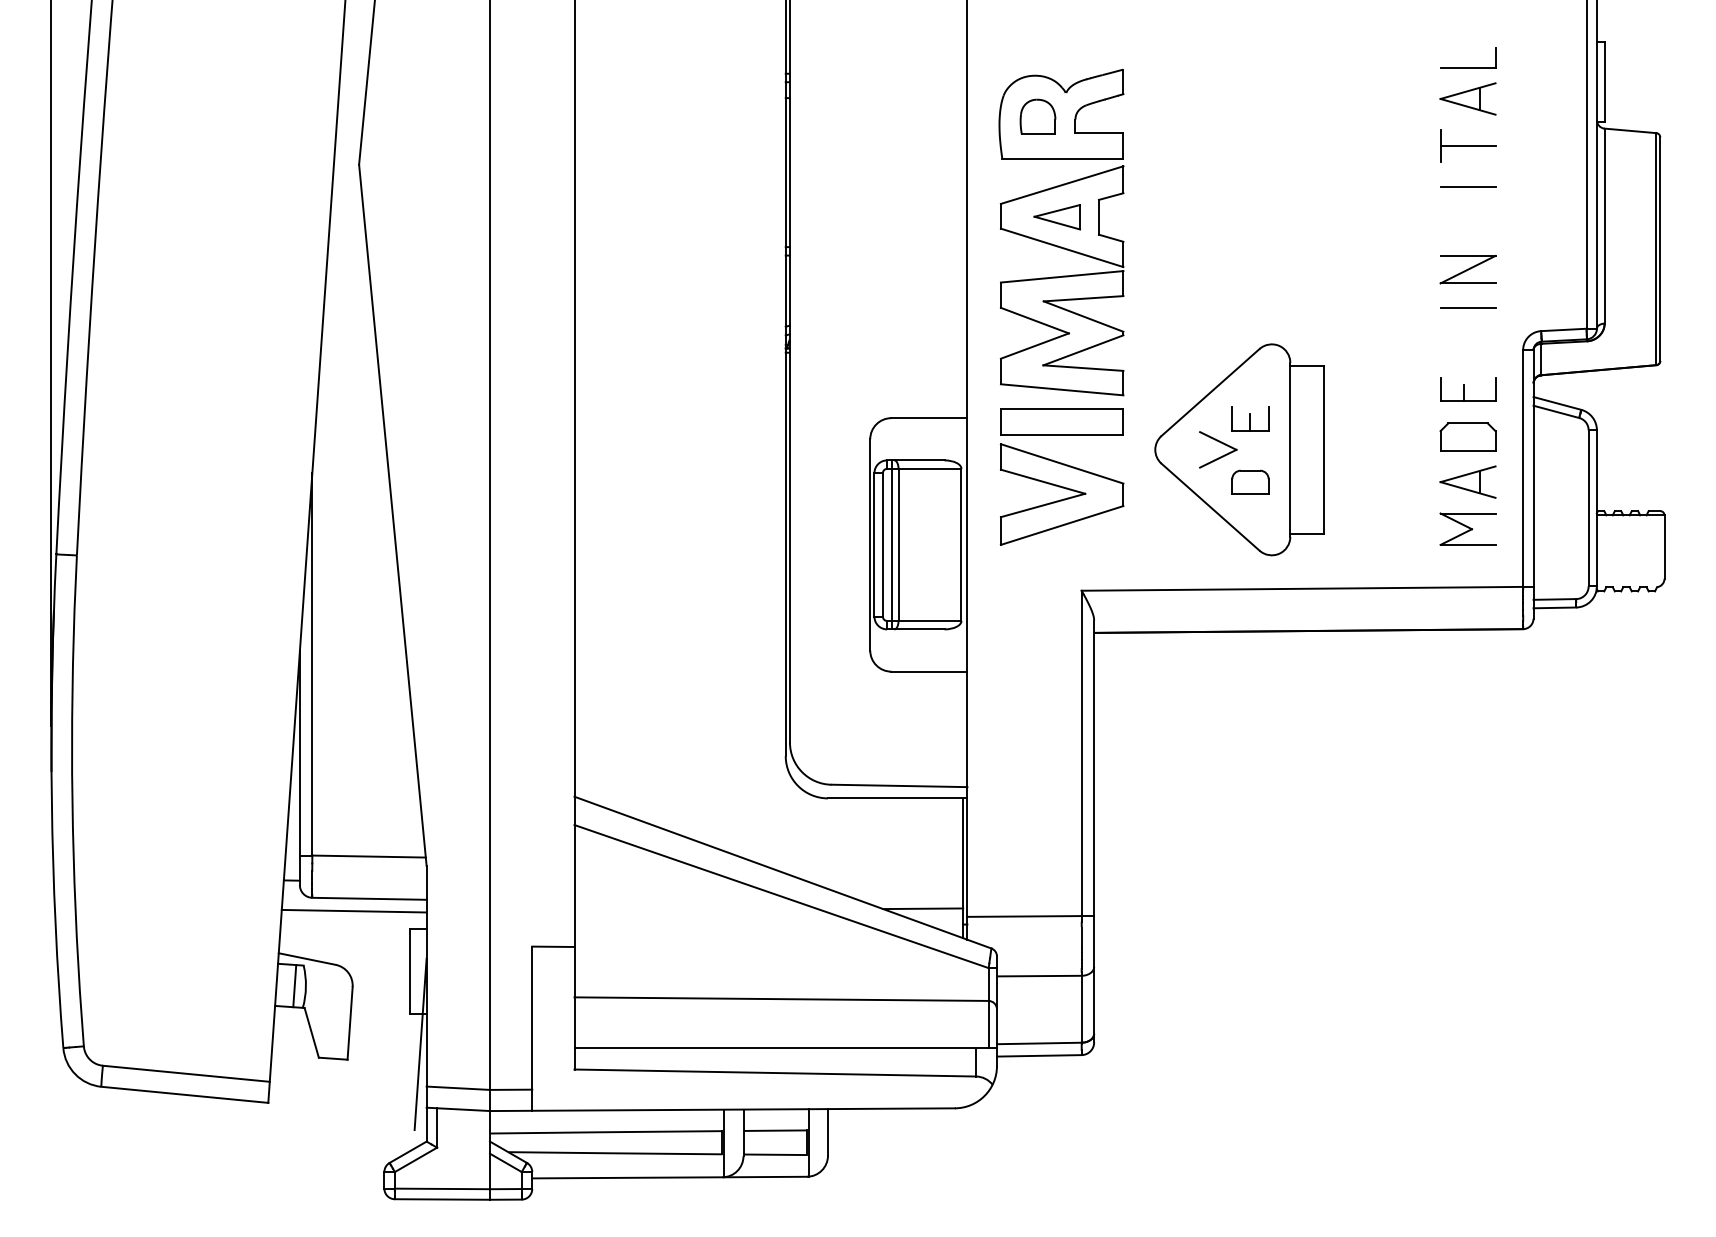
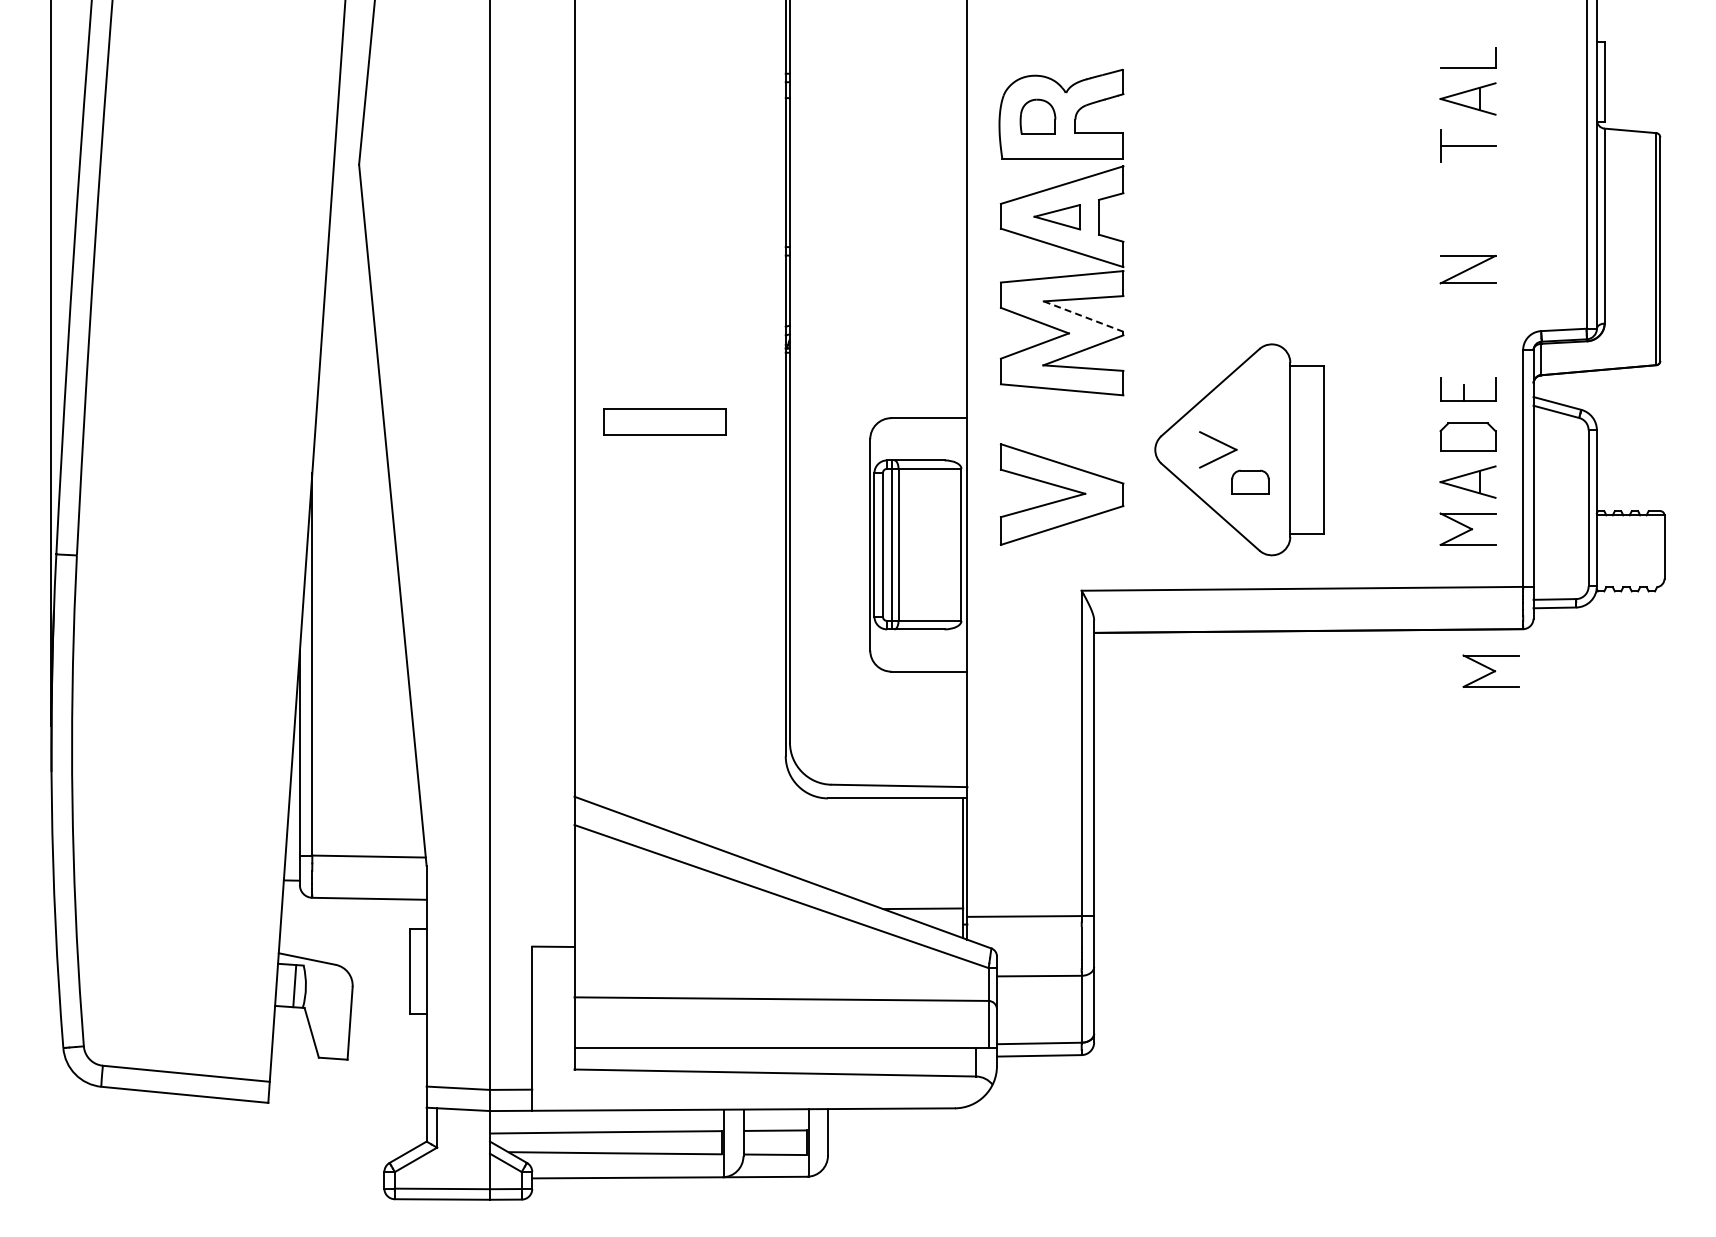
line at (1467, 186): present -> none
line at (1467, 308): present -> none
line at (1083, 316): solid -> dashed
part at (1250, 418): present -> none
part at (1061, 421) position: (1061, 421) -> (664, 421)
part at (1490, 670): none -> present
line at (353, 910): present -> none
line at (420, 1044): present -> none
